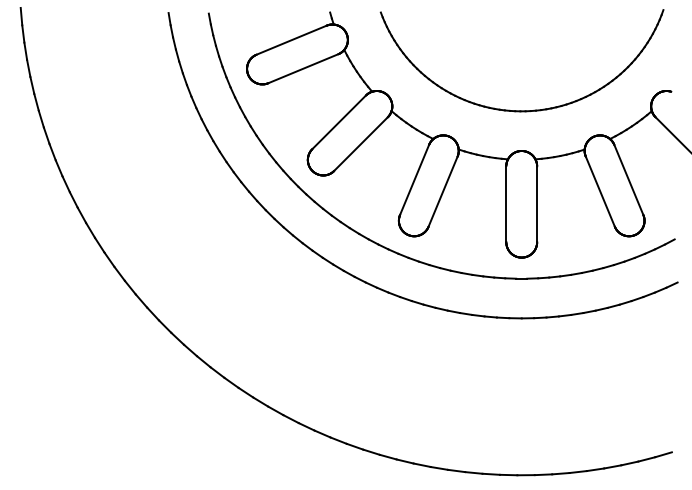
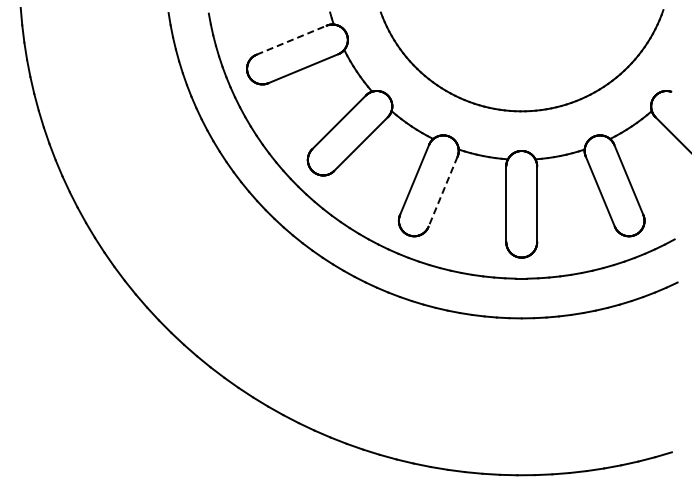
line at (291, 40): solid -> dashed
line at (443, 191): solid -> dashed
